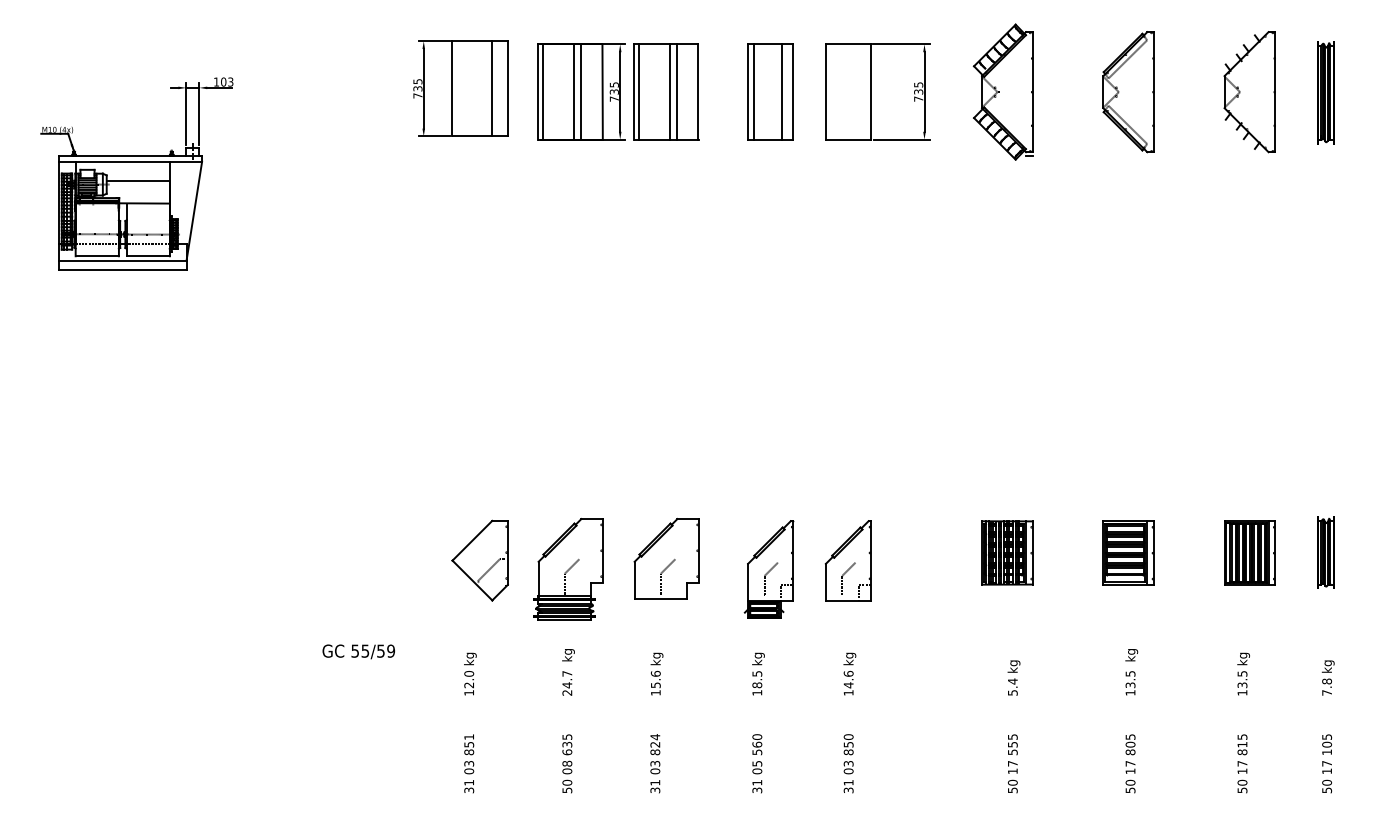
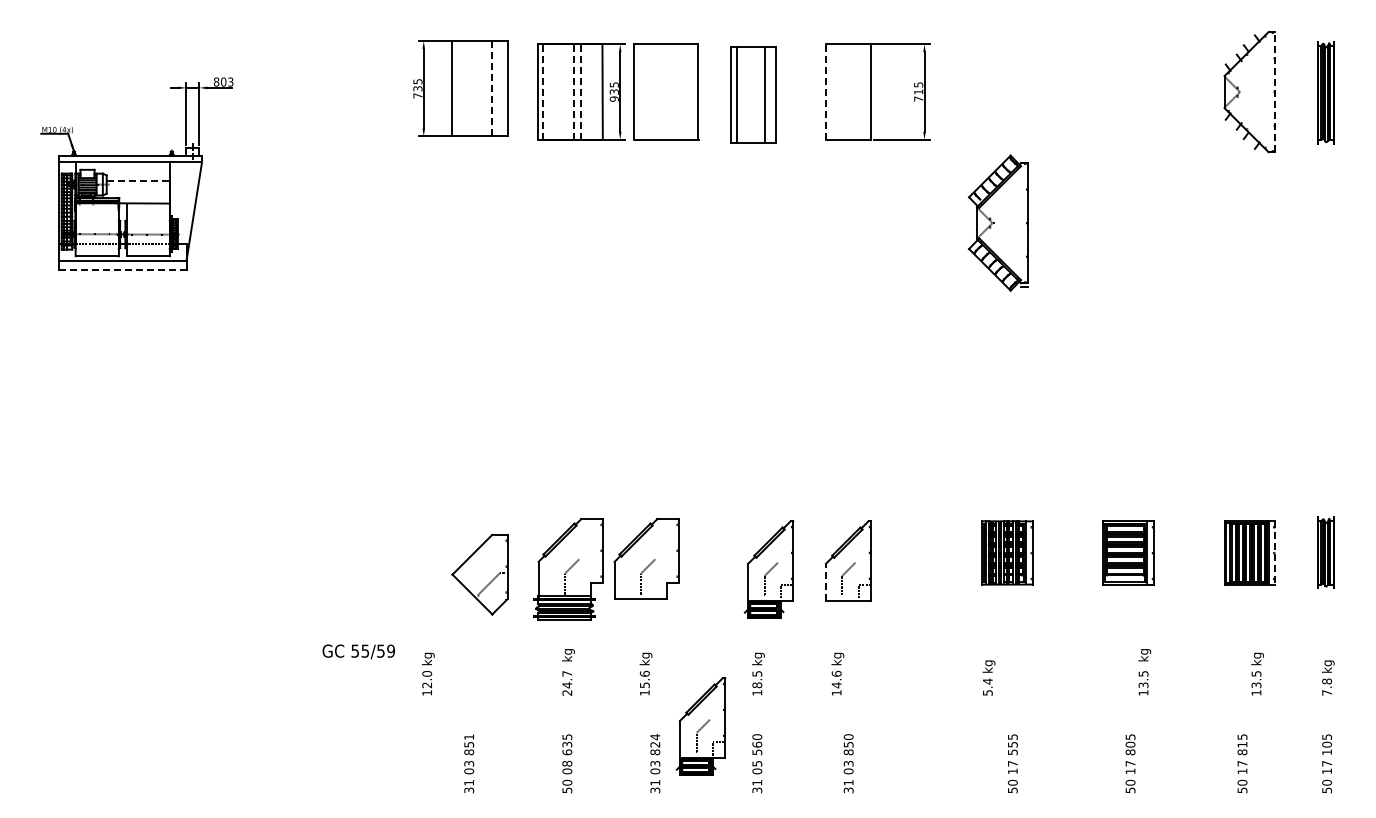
text at (216, 81): 103 -> 803
line at (491, 88): solid -> dashed
line at (639, 91): present -> none
line at (670, 91): present -> none
line at (677, 91): present -> none
part at (770, 91) position: (770, 91) -> (753, 94)
text at (918, 91): 735 -> 715
part at (1002, 91) position: (1002, 91) -> (997, 222)
line at (1275, 91): solid -> dashed
line at (543, 92): solid -> dashed
line at (574, 92): solid -> dashed
line at (581, 92): solid -> dashed
line at (825, 92): solid -> dashed
part at (1128, 92): present -> none
text at (613, 98): 735 -> 935
line at (138, 181): solid -> dashed
line at (122, 269): solid -> dashed
line at (1275, 553): solid -> dashed
part at (666, 558) position: (666, 558) -> (646, 558)
part at (479, 560) position: (479, 560) -> (479, 574)
line at (825, 581): solid -> dashed
text at (1131, 672) position: (1131, 672) -> (1144, 672)
text at (470, 673) position: (470, 673) -> (428, 673)
text at (656, 673) position: (656, 673) -> (645, 673)
text at (849, 673) position: (849, 673) -> (837, 673)
text at (1243, 673) position: (1243, 673) -> (1257, 673)
text at (1013, 677) position: (1013, 677) -> (988, 677)
part at (700, 726): none -> present
